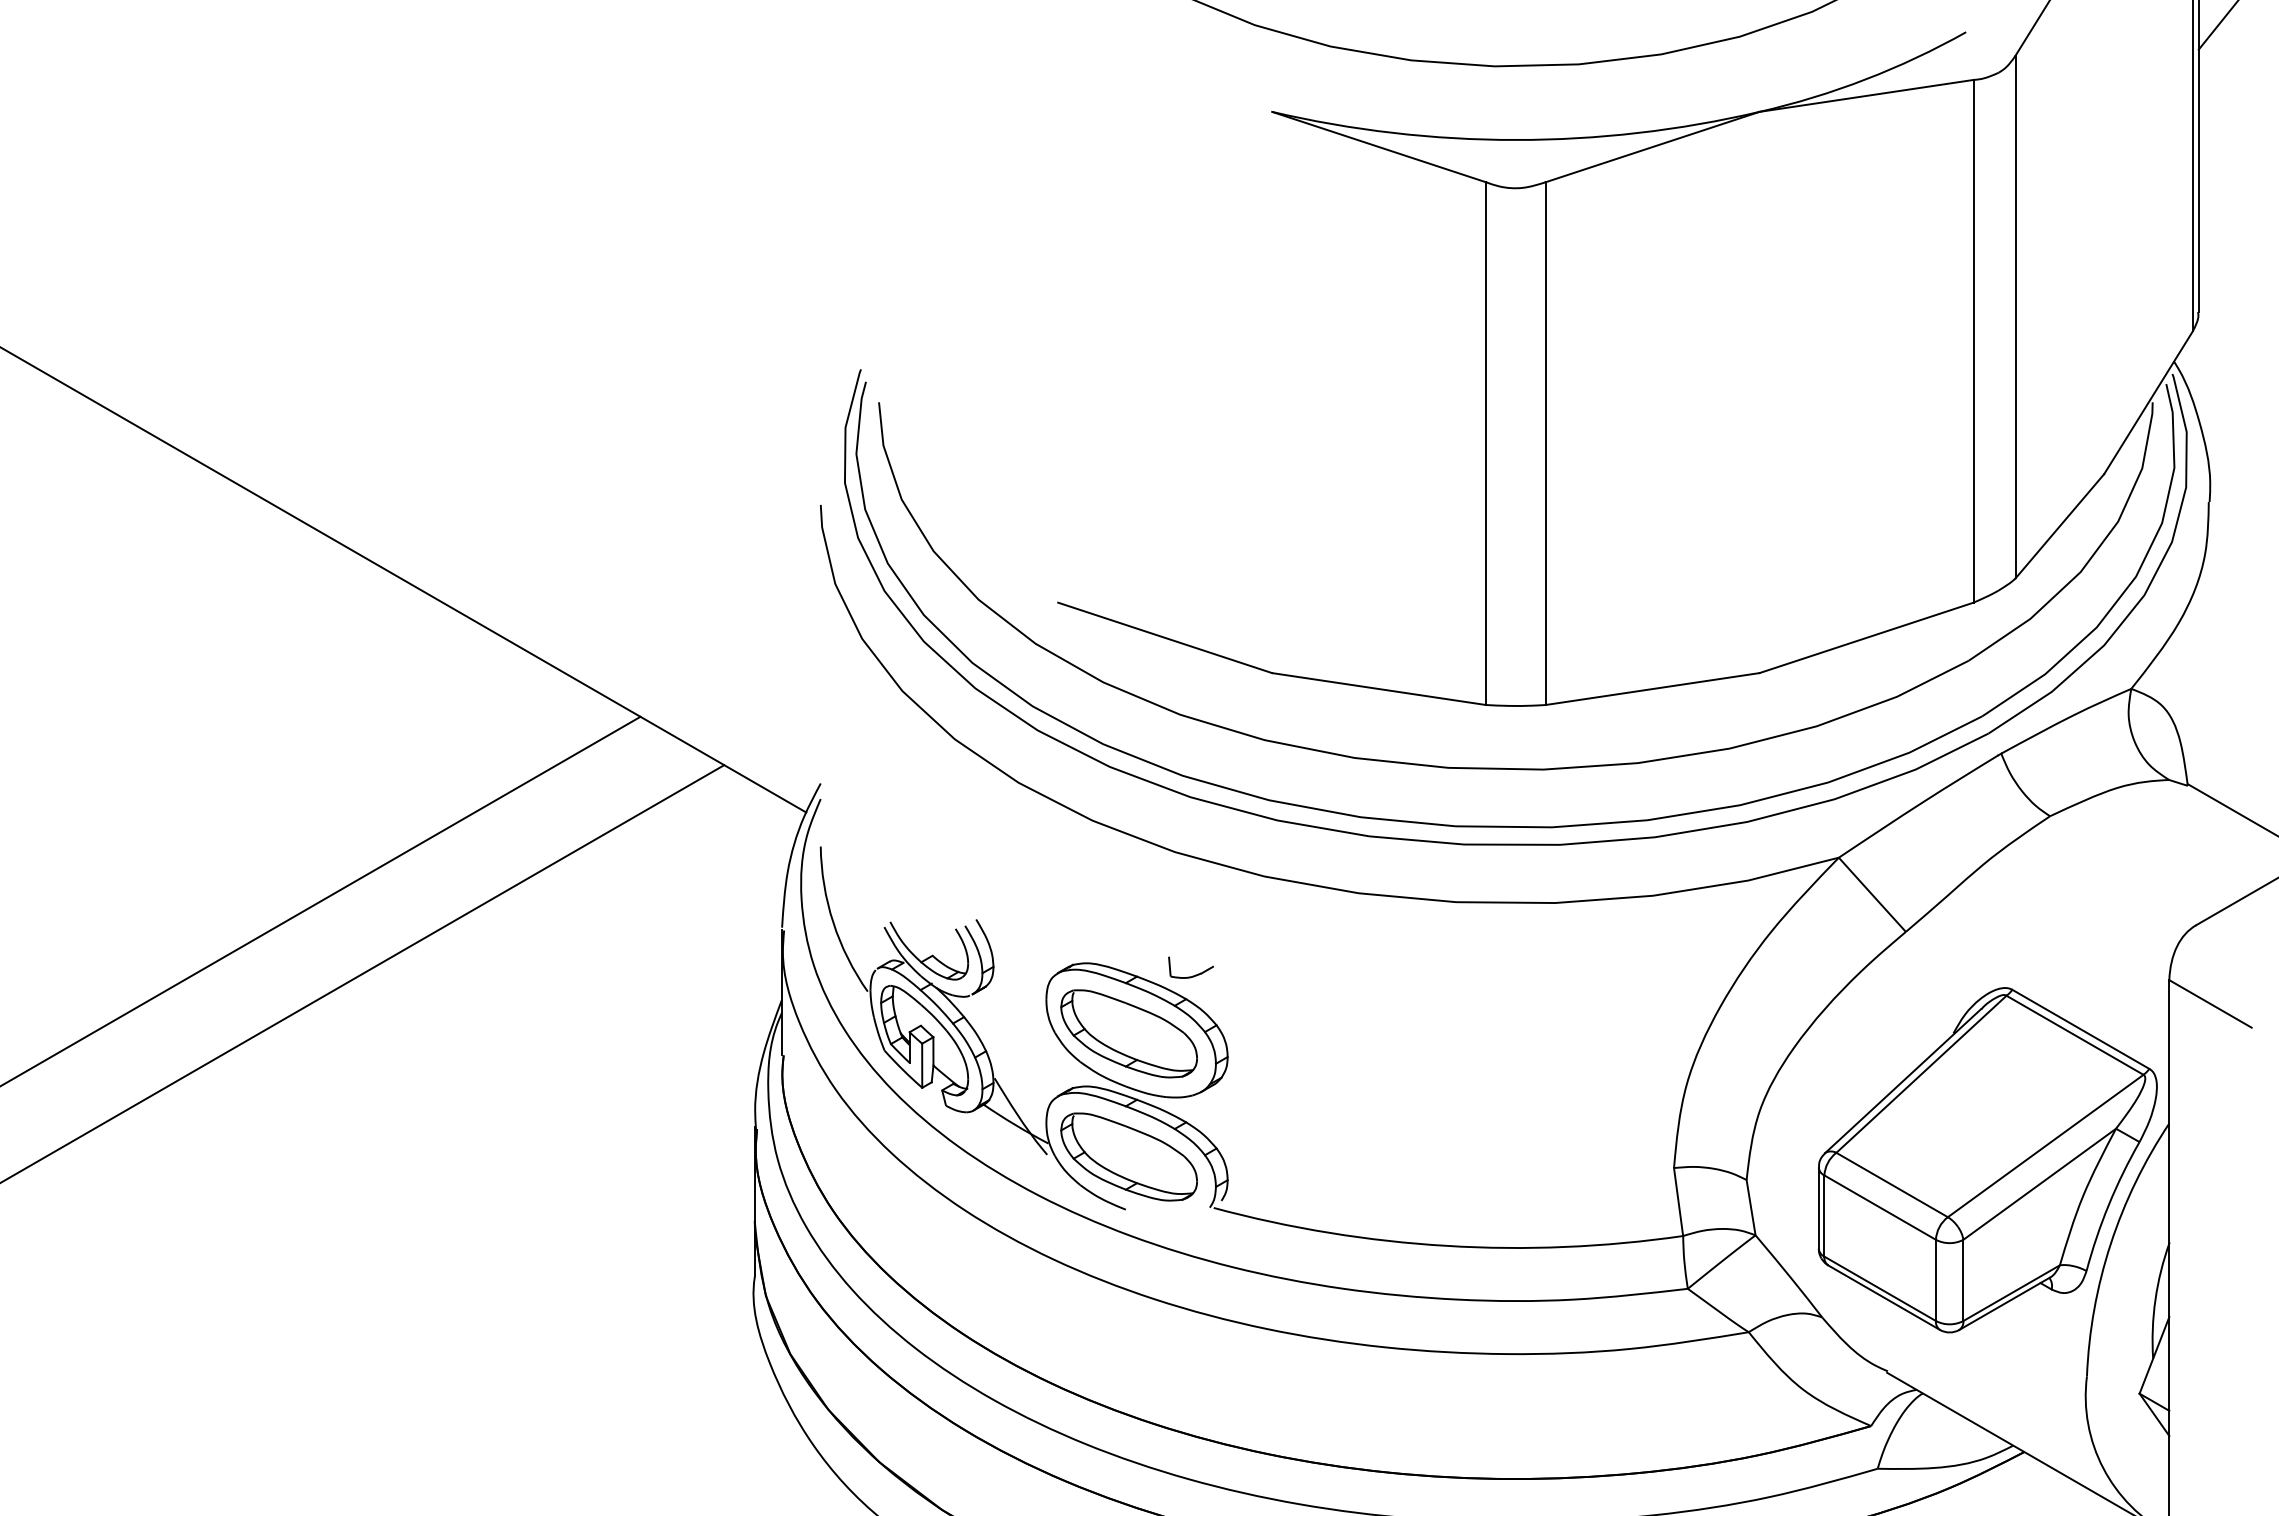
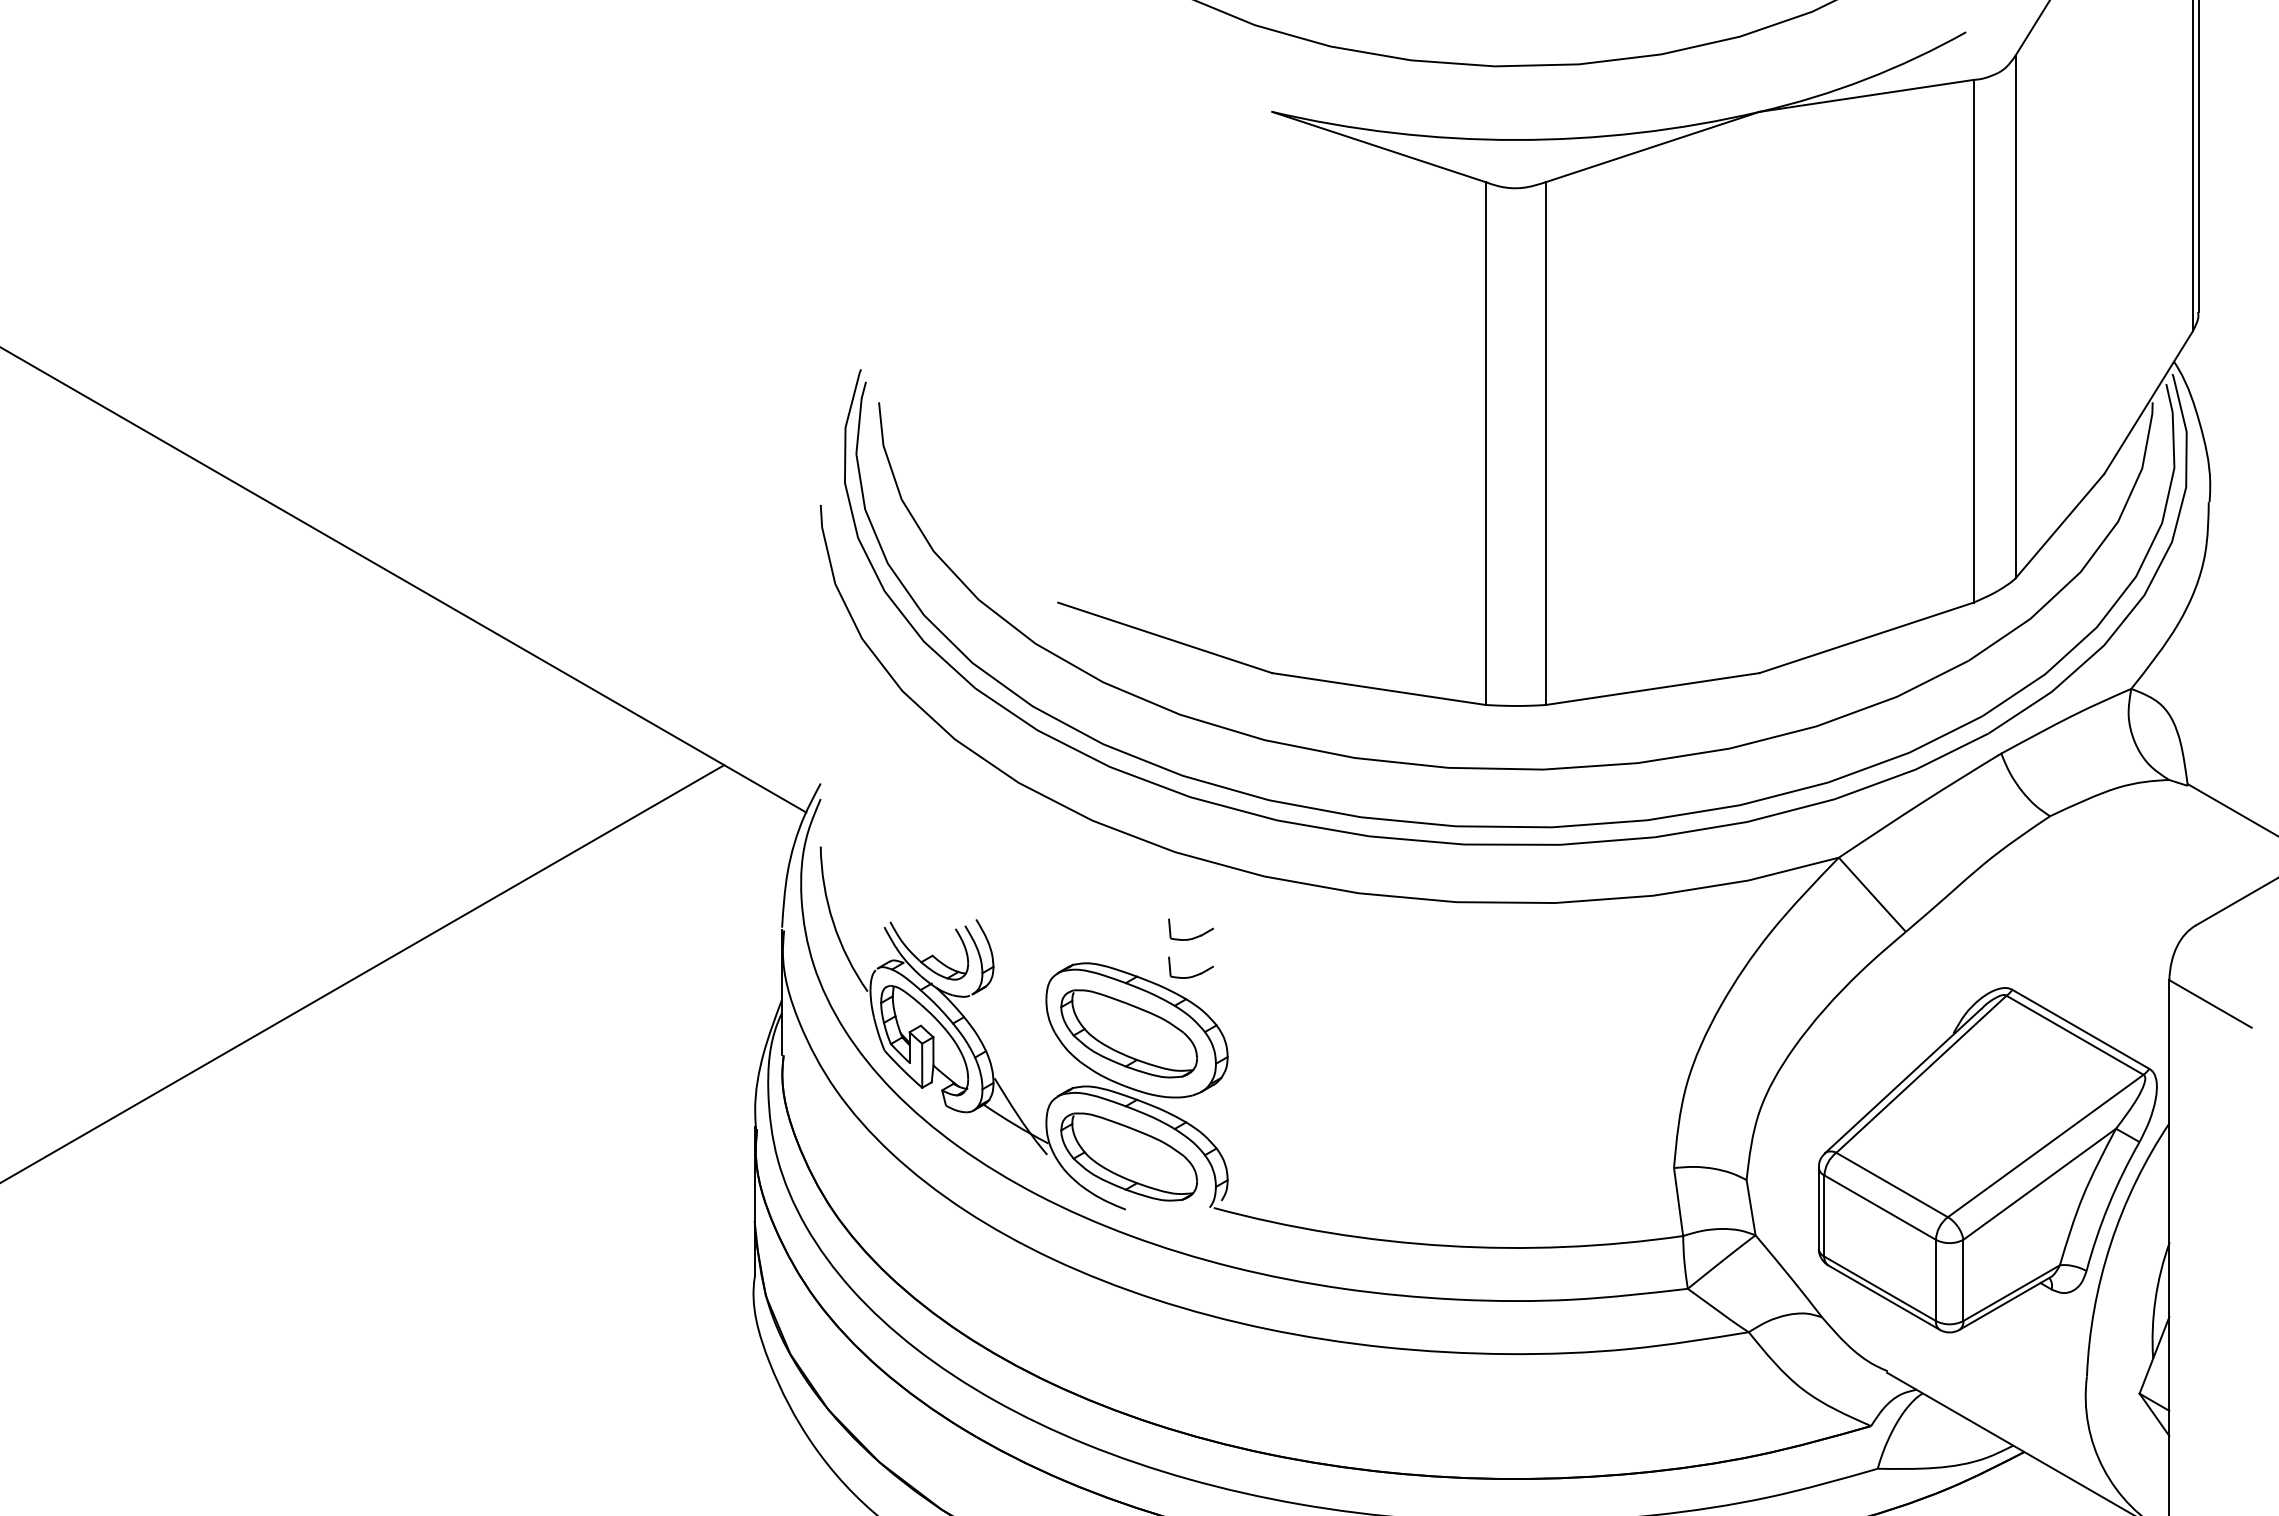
line at (2217, 25): present -> none
line at (321, 900): present -> none
part at (1192, 937): none -> present
